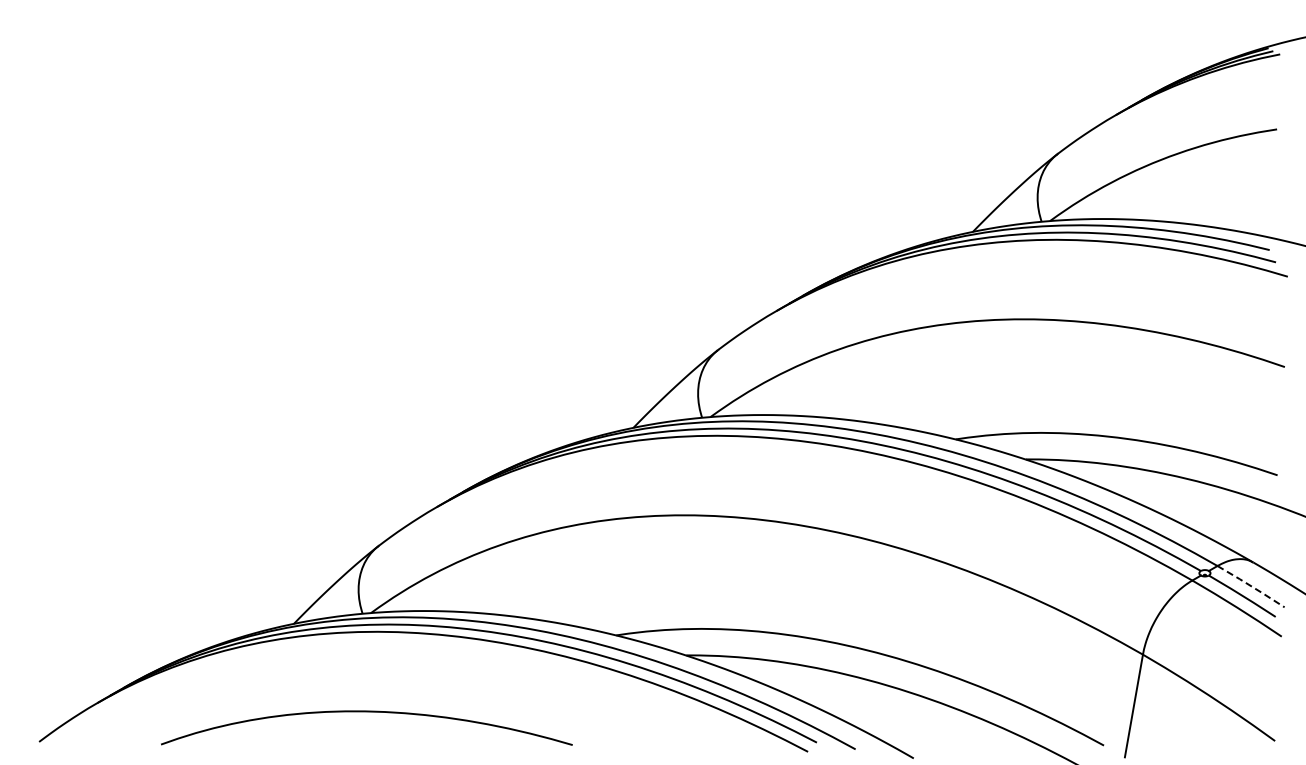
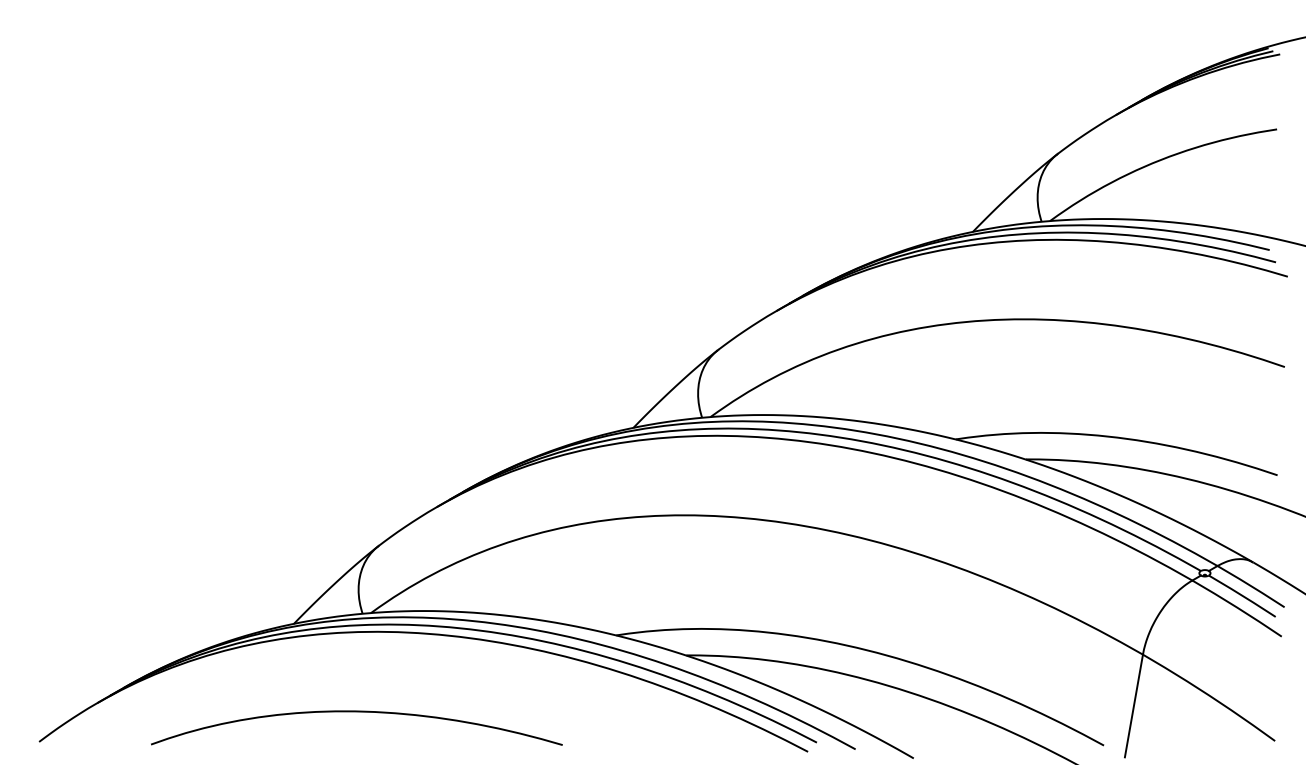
line at (1251, 586): dashed -> solid
curve at (366, 712) position: (366, 712) -> (356, 712)
